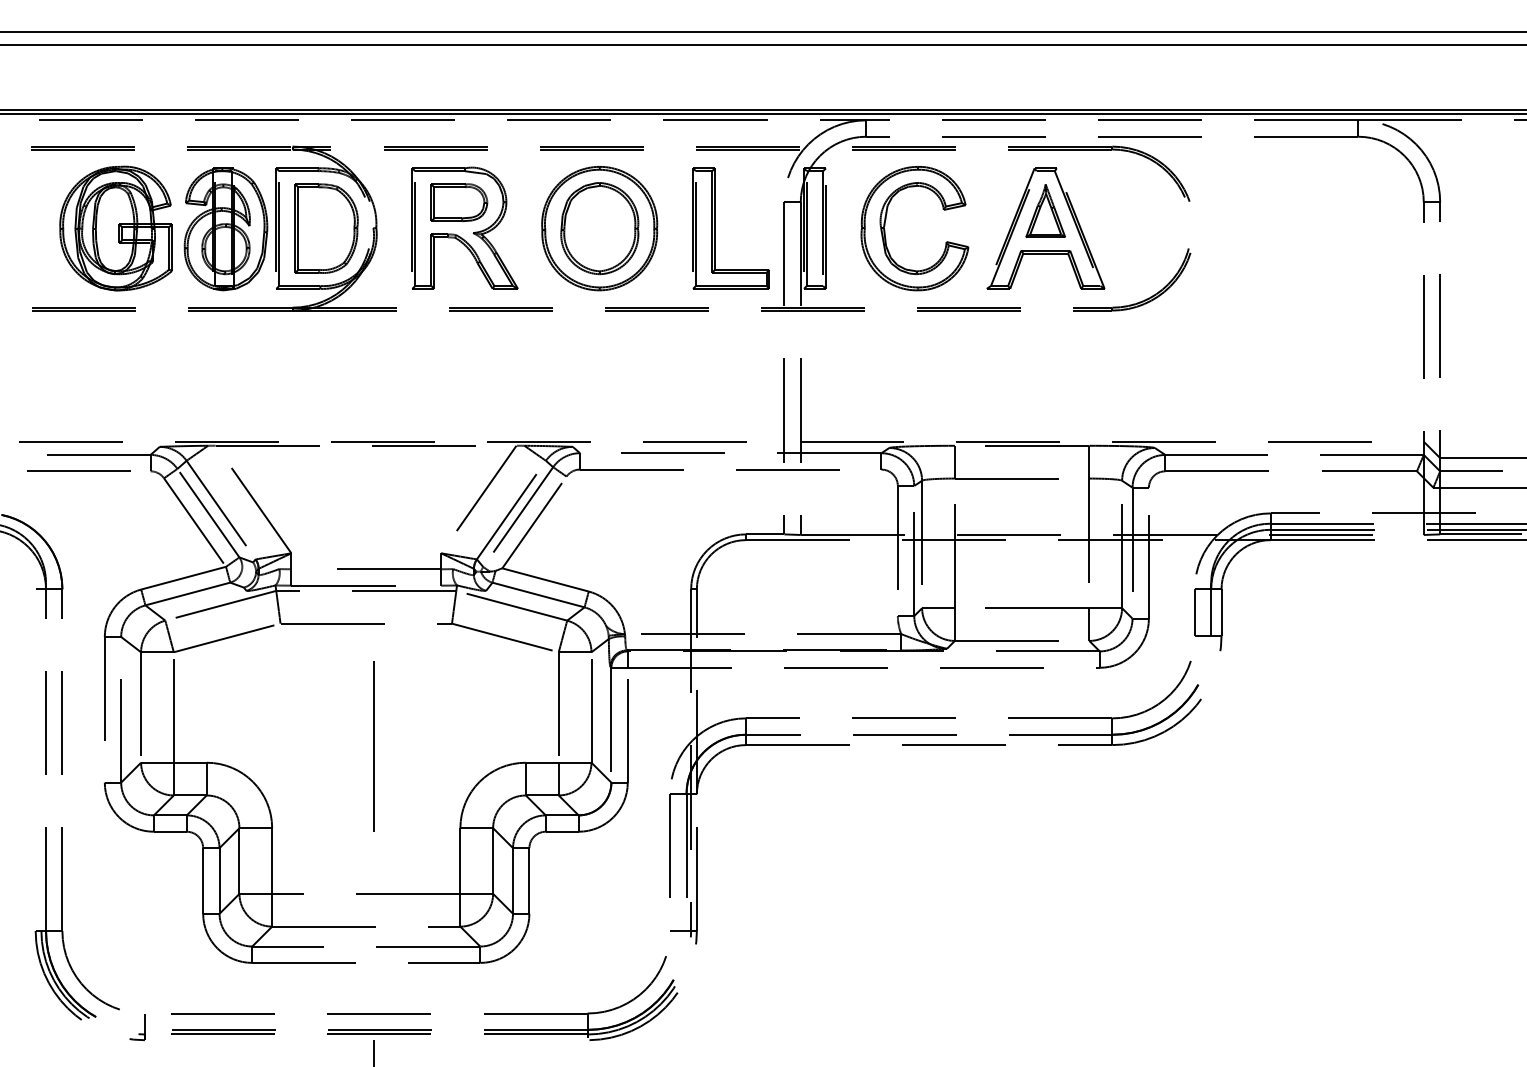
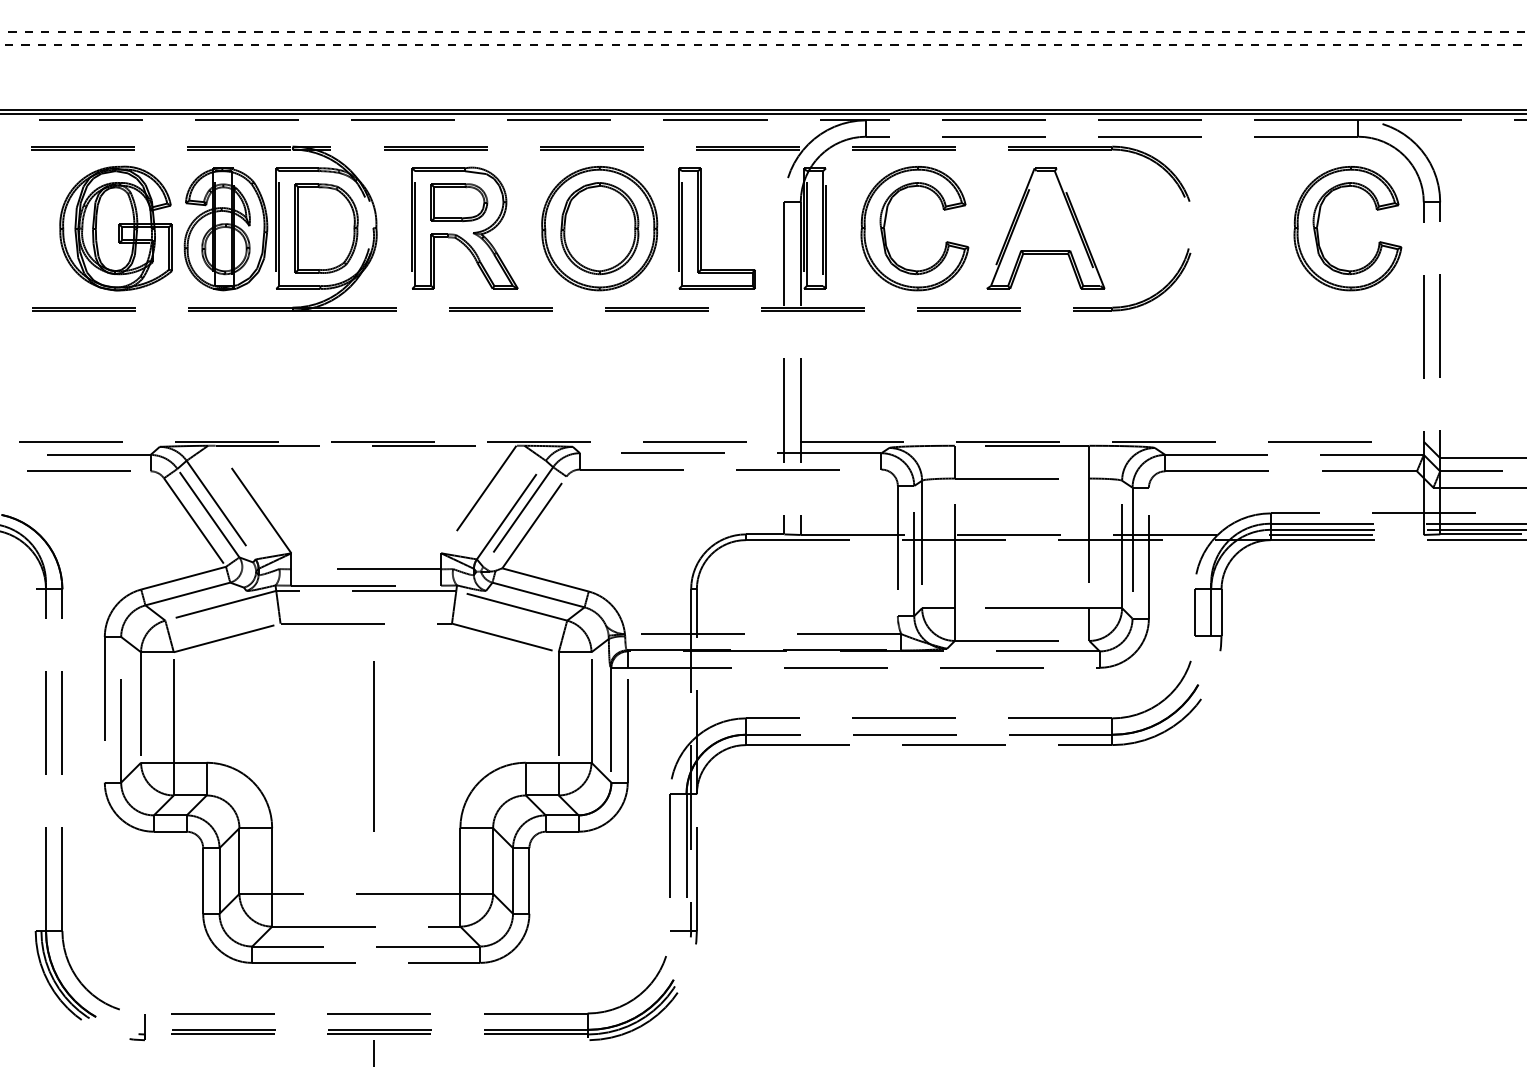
line at (764, 31): solid -> dashed
line at (764, 44): solid -> dashed
part at (1045, 210): present -> none
part at (715, 228) position: (715, 228) -> (701, 228)
part at (1318, 229): none -> present
